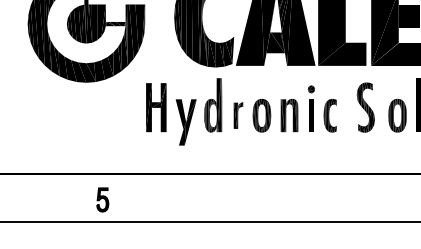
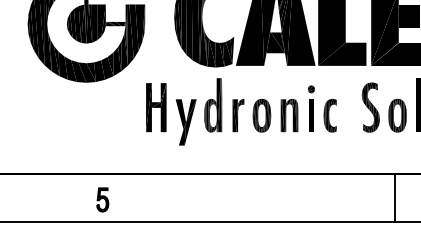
part at (365, 107) position: (365, 107) -> (370, 107)
part at (238, 115) size: 11x27 px -> 13x34 px
line at (395, 197): none -> present
